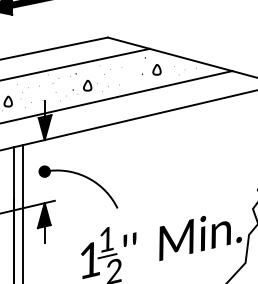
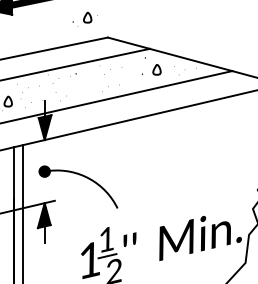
part at (84, 86) position: (84, 86) -> (84, 18)
